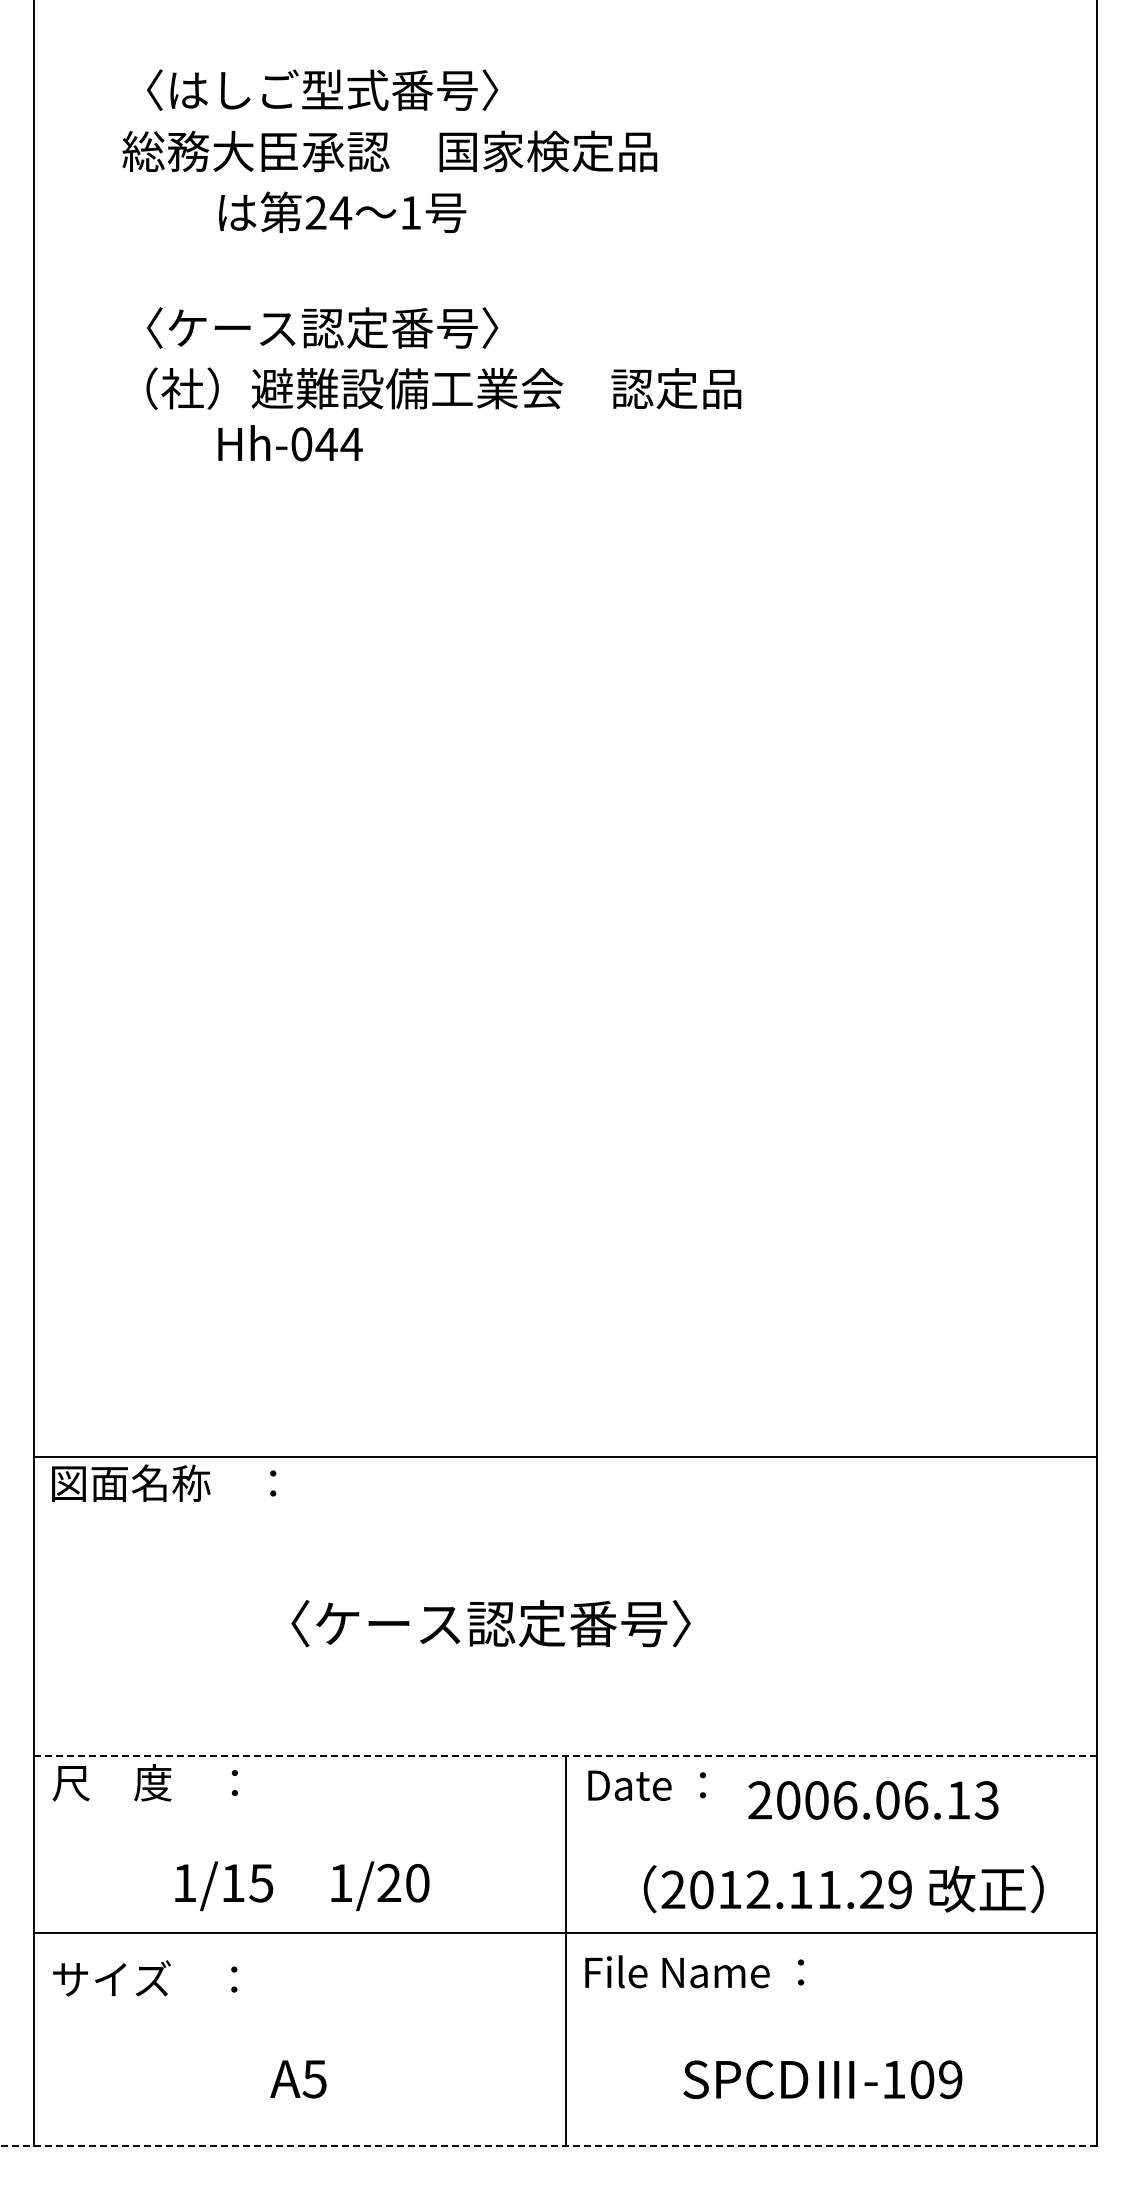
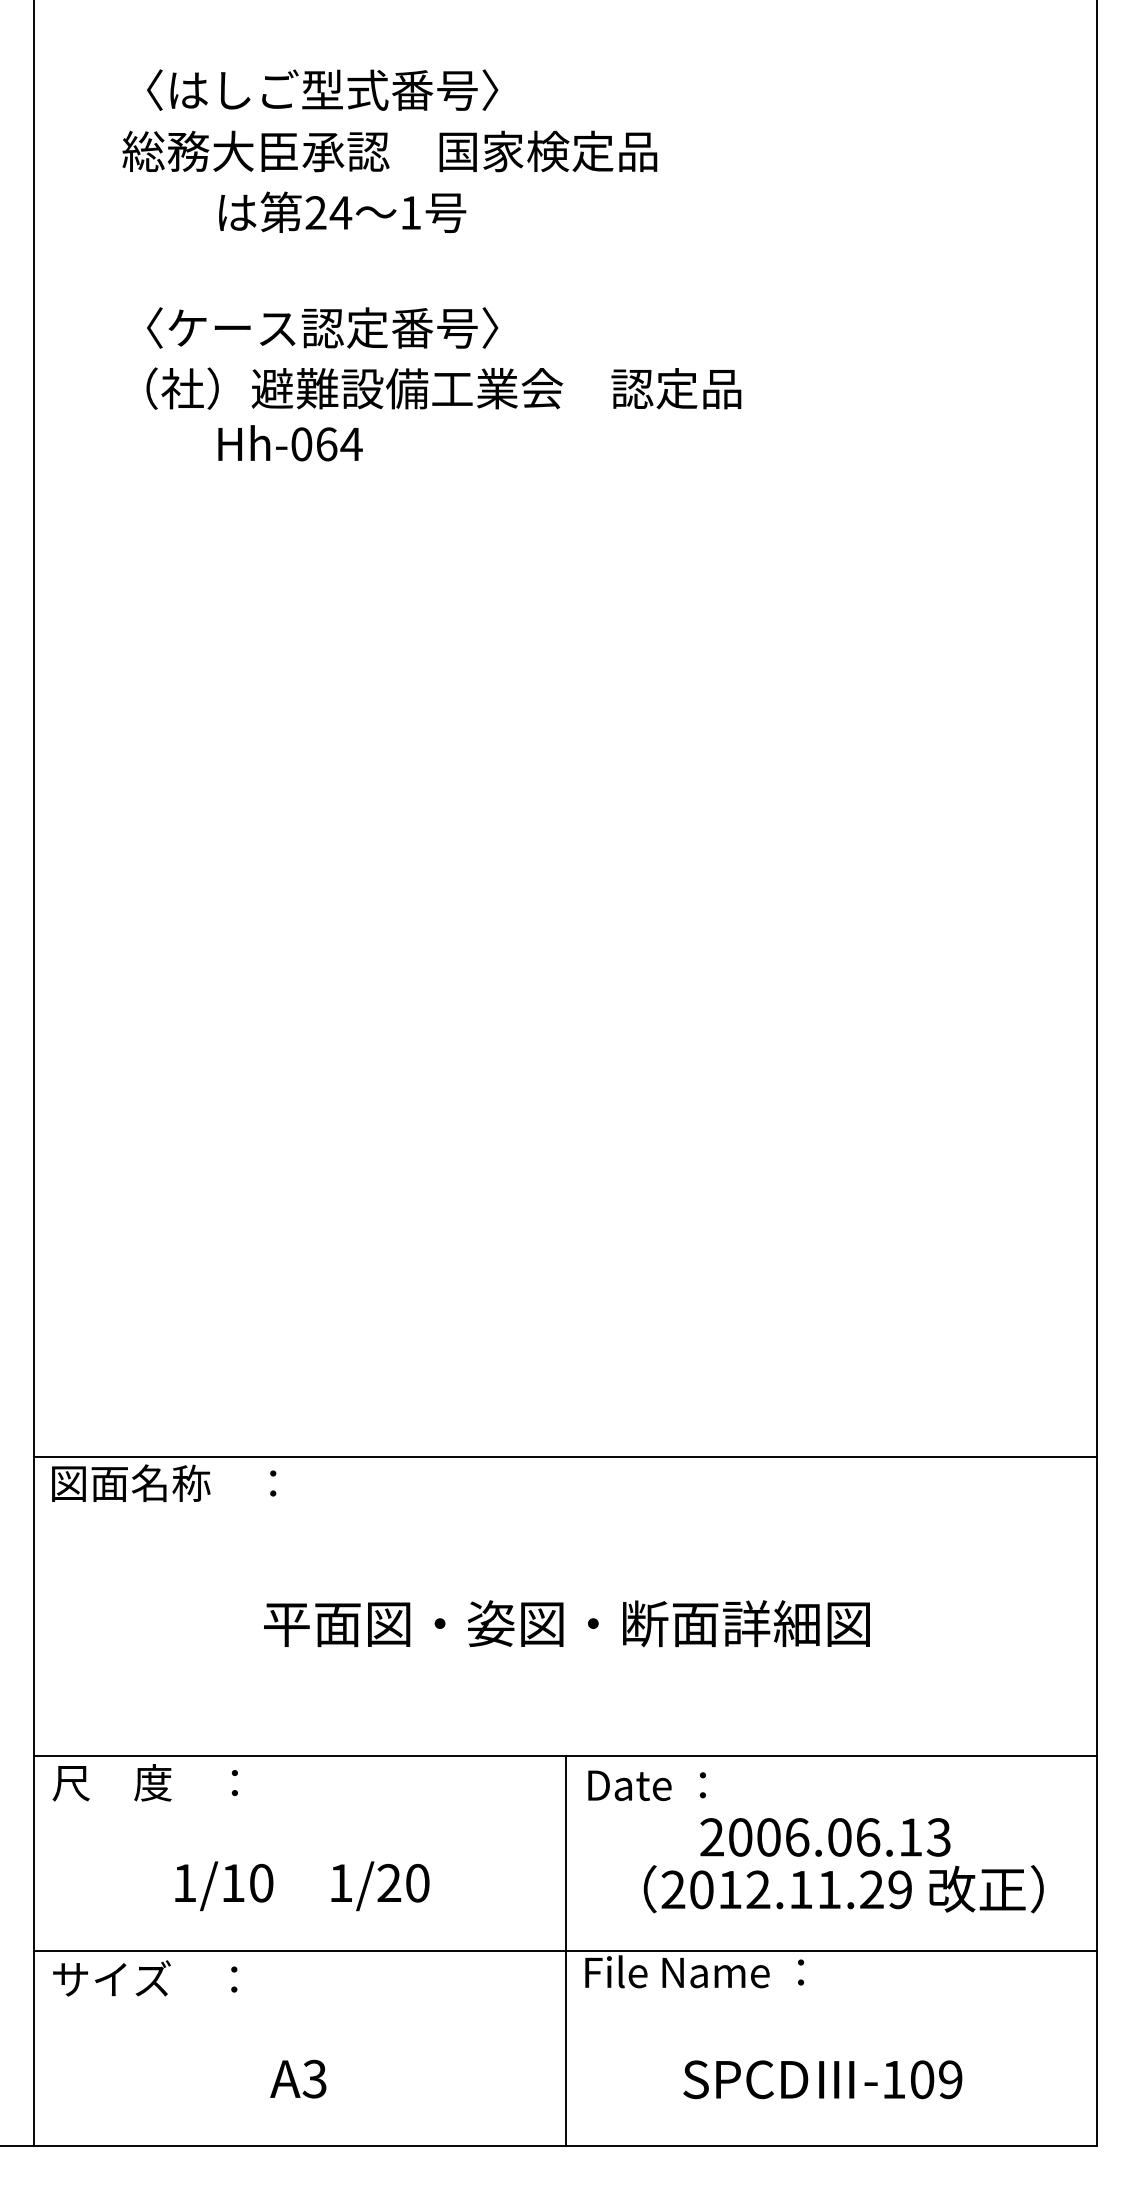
text at (326, 444): Hh-044 -> Hh-064
text at (566, 1623): 〈ケース認定番号〉 -> 平面図・姿図・断面詳細図
line at (565, 1756): dashed -> solid
text at (873, 1800) position: (873, 1800) -> (825, 1837)
text at (261, 1882): 1/15 -> 1/10
line at (565, 1932) position: (565, 1932) -> (565, 1950)
text at (314, 2078): A5 -> A3
line at (549, 2145): dashed -> solid
